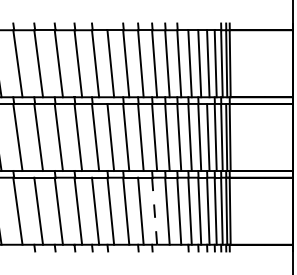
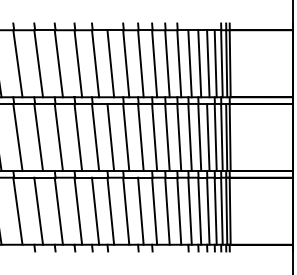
line at (154, 211): dashed -> solid
